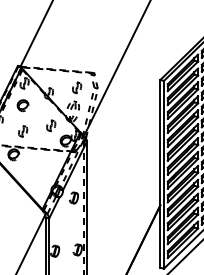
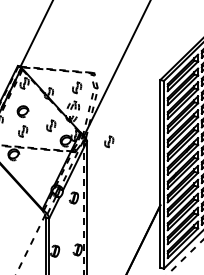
part at (22, 105) position: (22, 105) -> (22, 111)
part at (109, 141): none -> present
line at (30, 244): solid -> dashed
line at (185, 256): solid -> dashed
